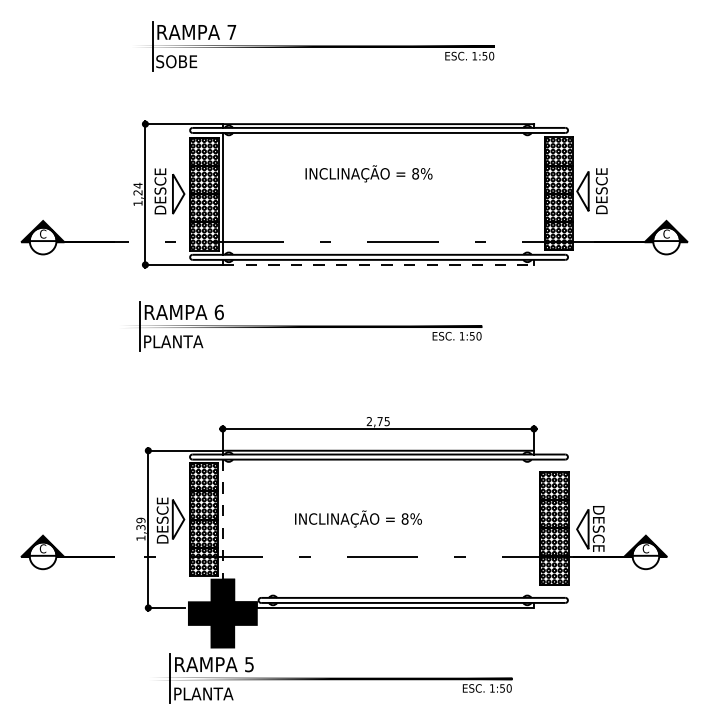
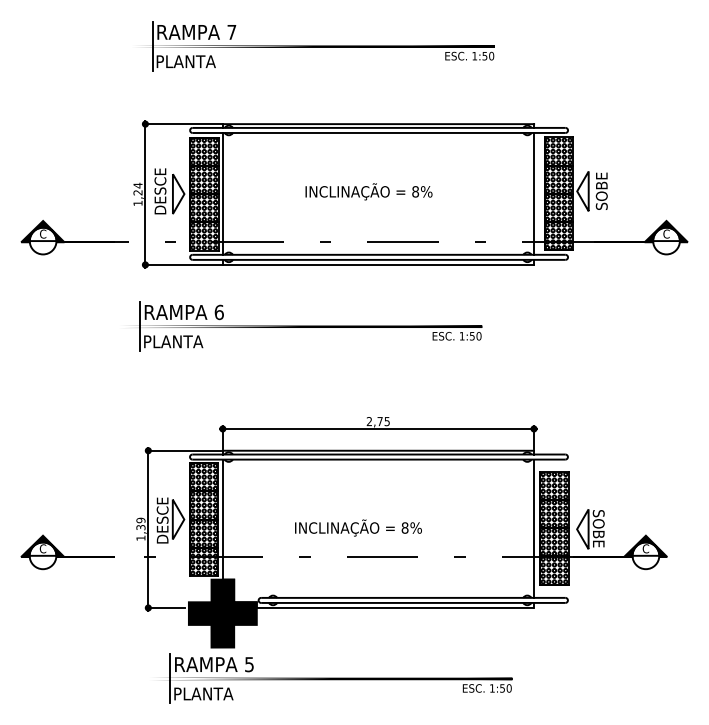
text at (185, 61): SOBE -> PLANTA
text at (368, 173) position: (368, 173) -> (368, 191)
text at (601, 191): DESCE -> SOBE
line at (534, 193): none -> present
line at (378, 264): dashed -> solid
text at (358, 518) position: (358, 518) -> (358, 527)
line at (222, 520): dashed -> solid
line at (533, 528): none -> present
text at (598, 528): DESCE -> SOBE
